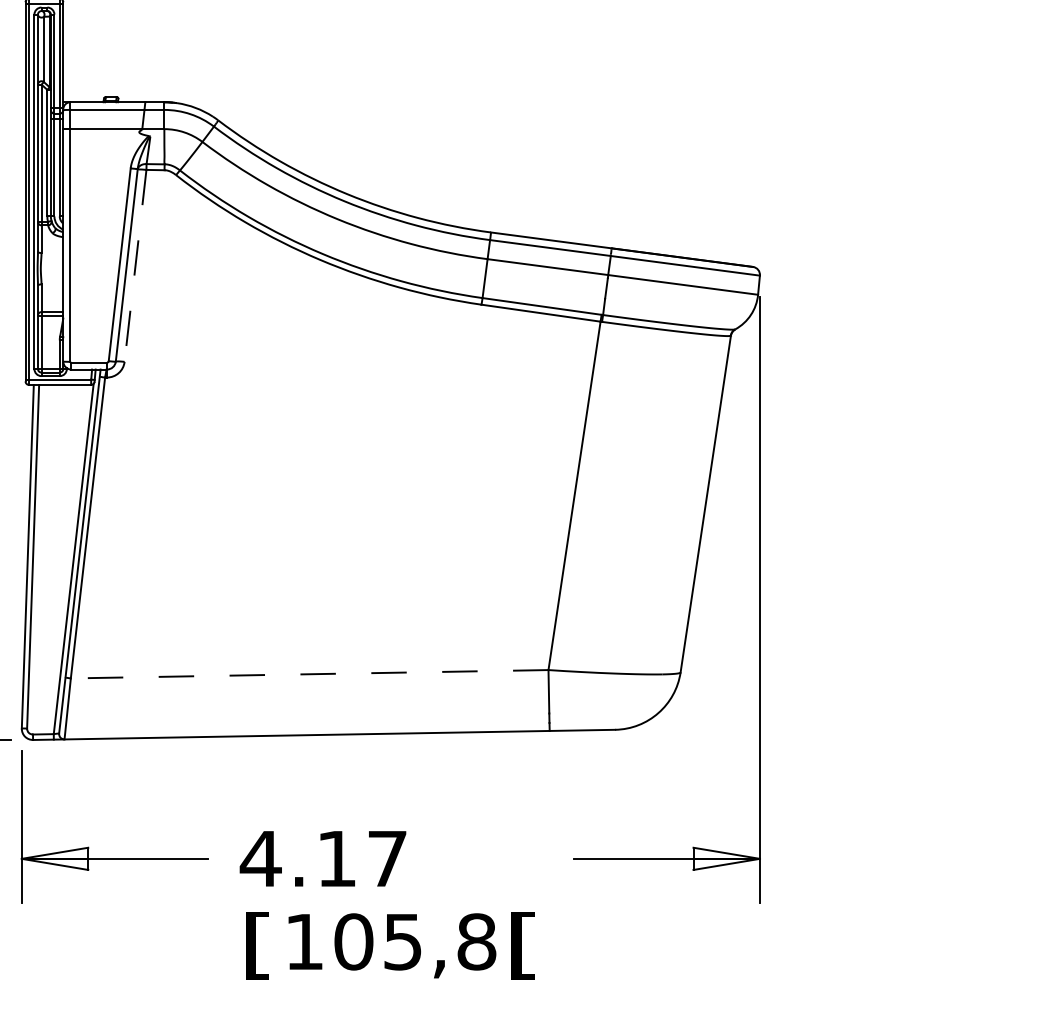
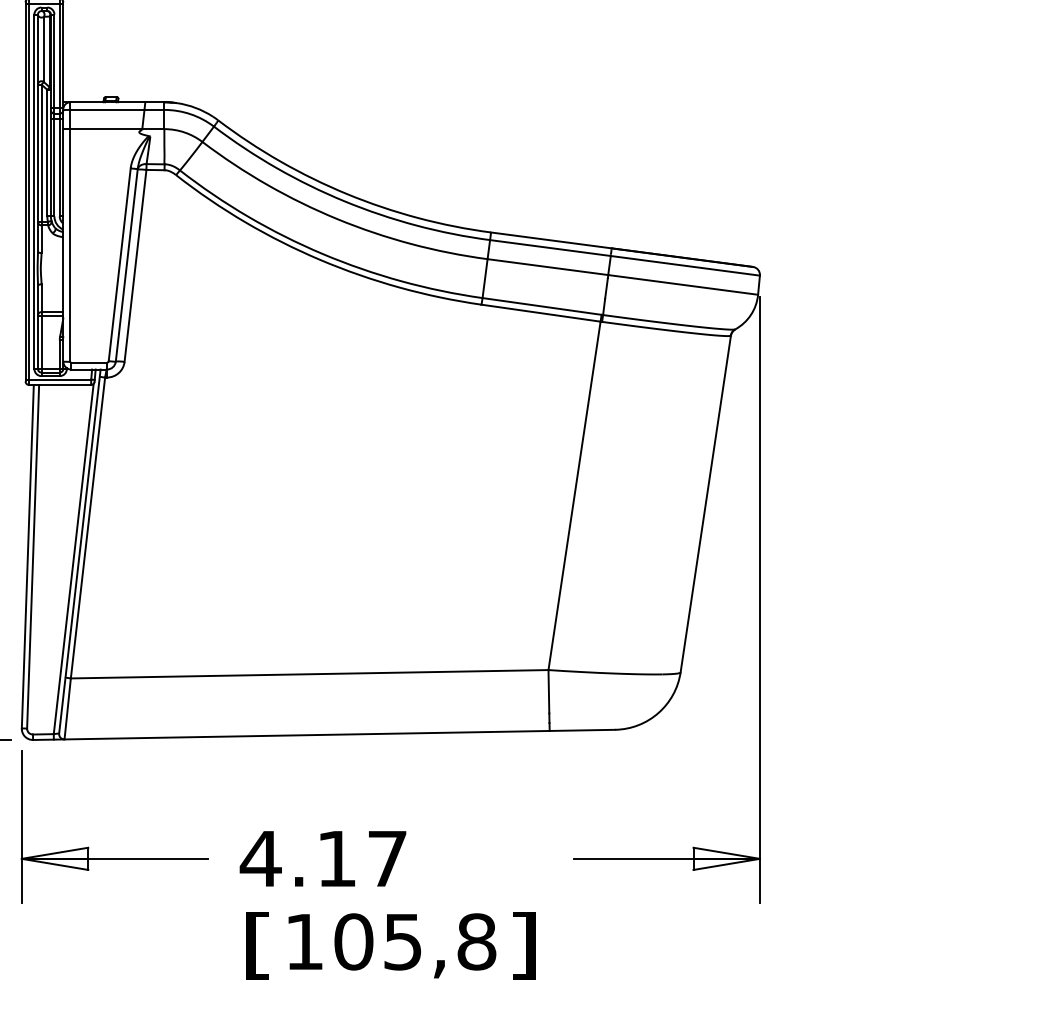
line at (135, 265): dashed -> solid
line at (309, 674): dashed -> solid
text at (523, 945): [ -> ]
